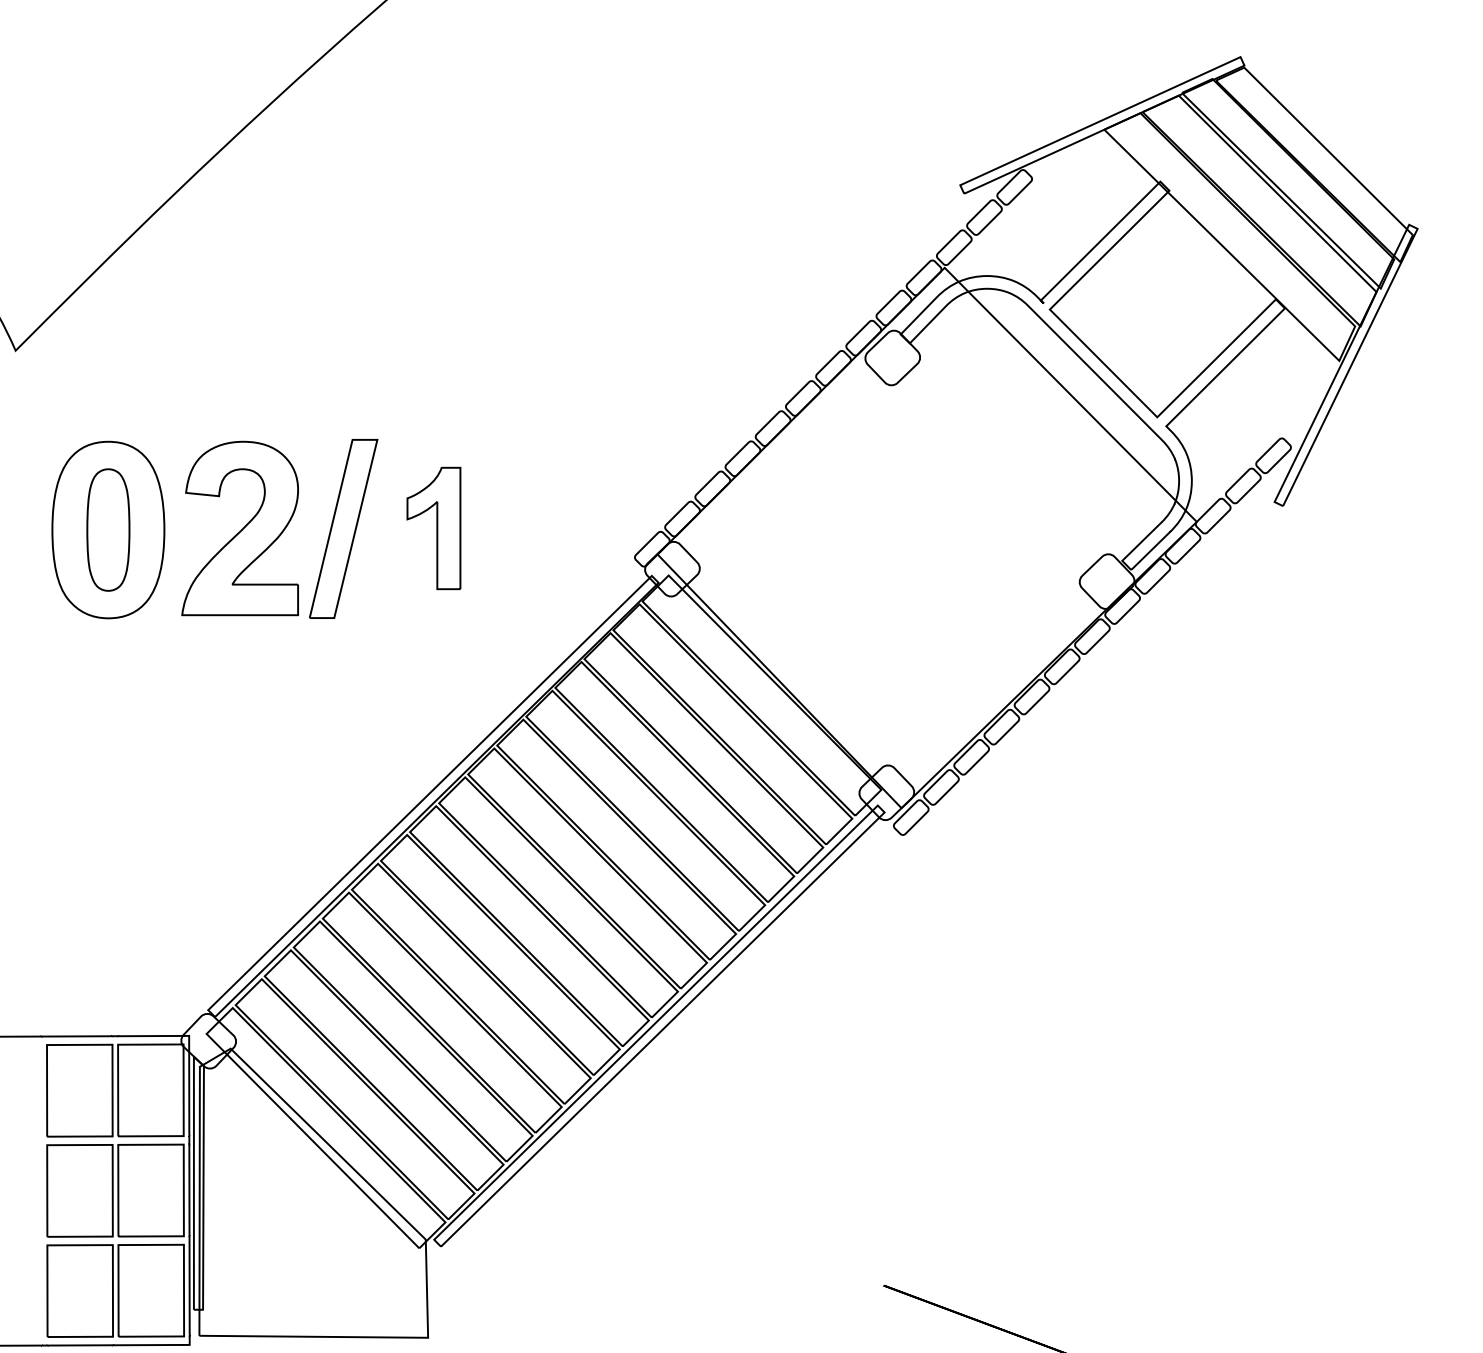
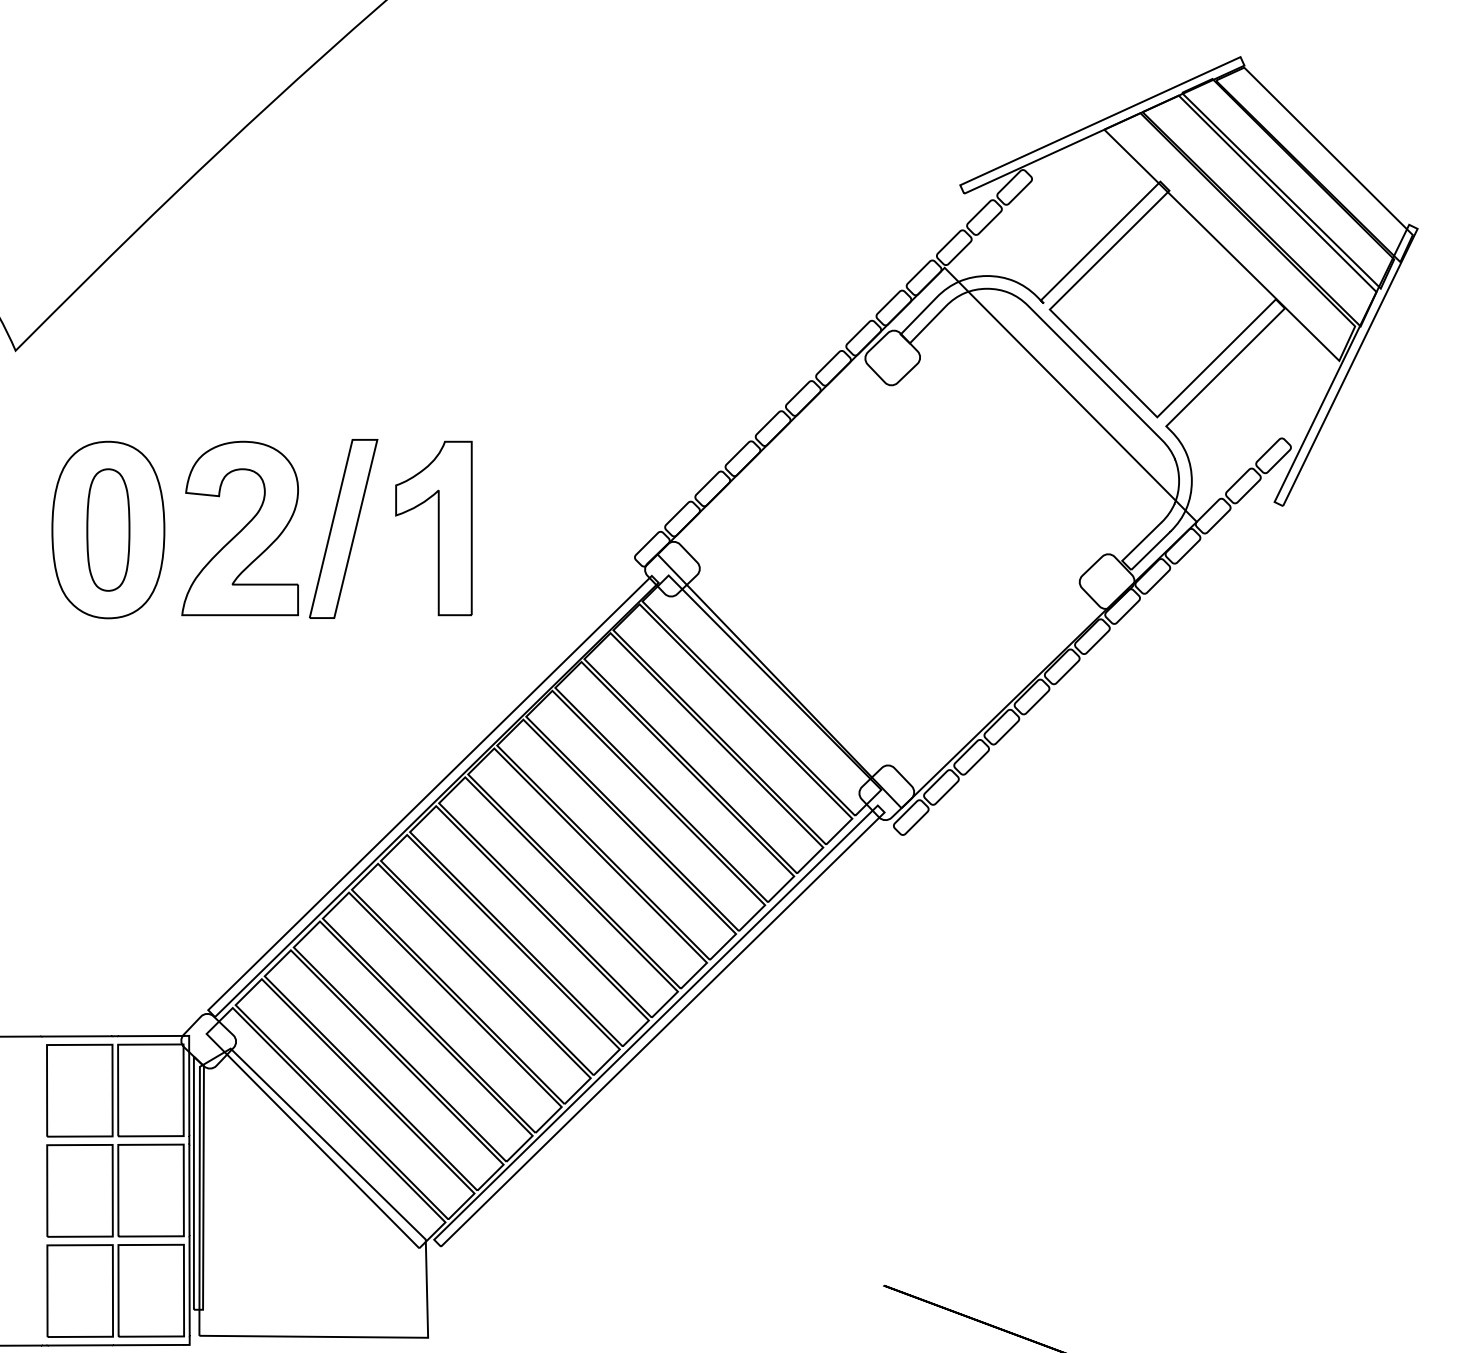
part at (433, 528) size: 56x125 px -> 78x177 px
